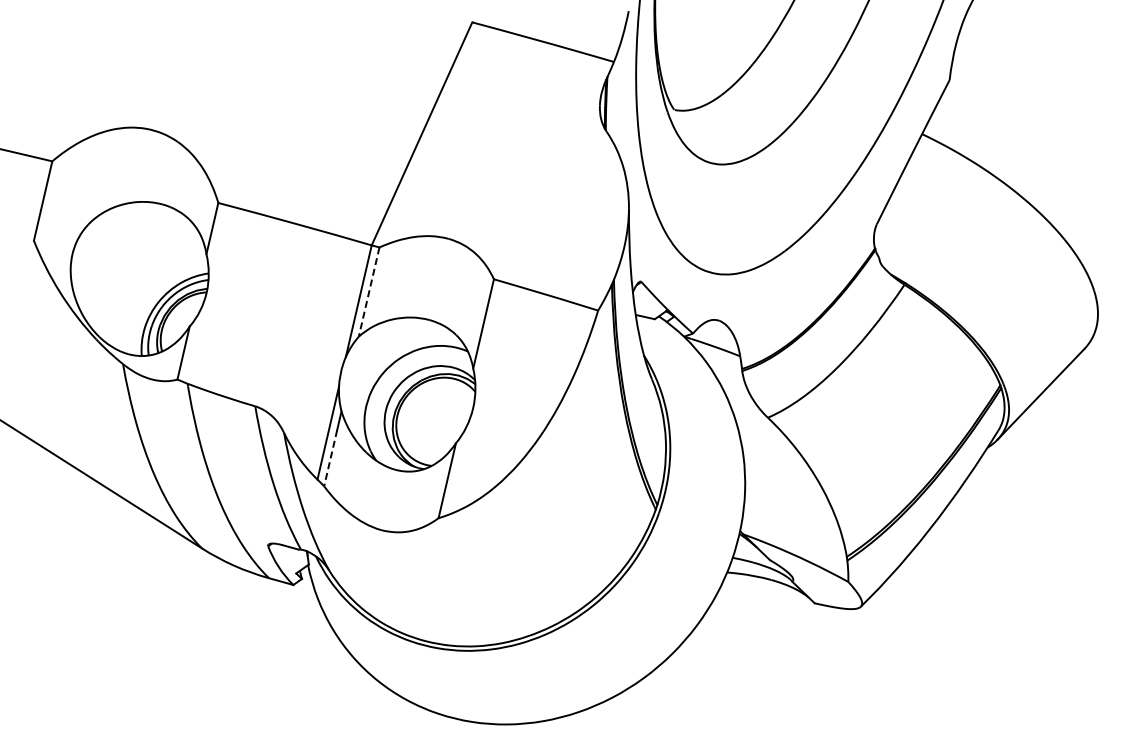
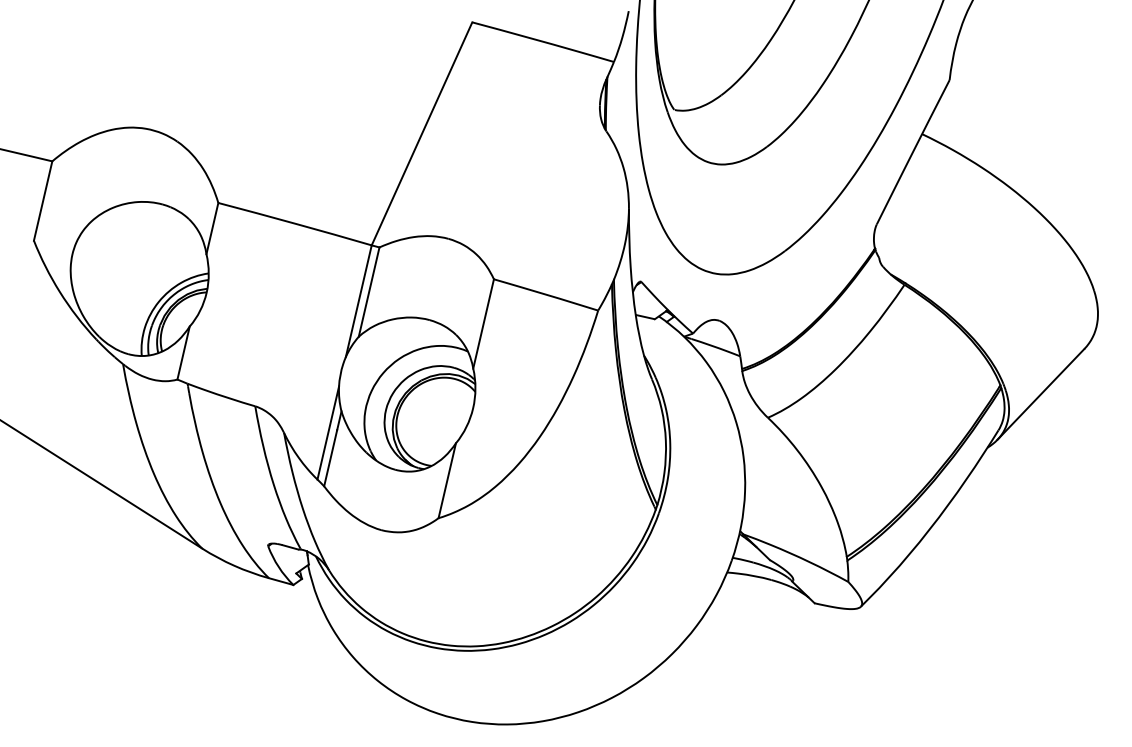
line at (369, 292): dashed -> solid
line at (330, 458): dashed -> solid
